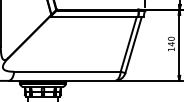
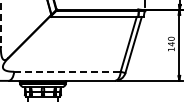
line at (0, 23): solid -> dashed
line at (67, 71): solid -> dashed
